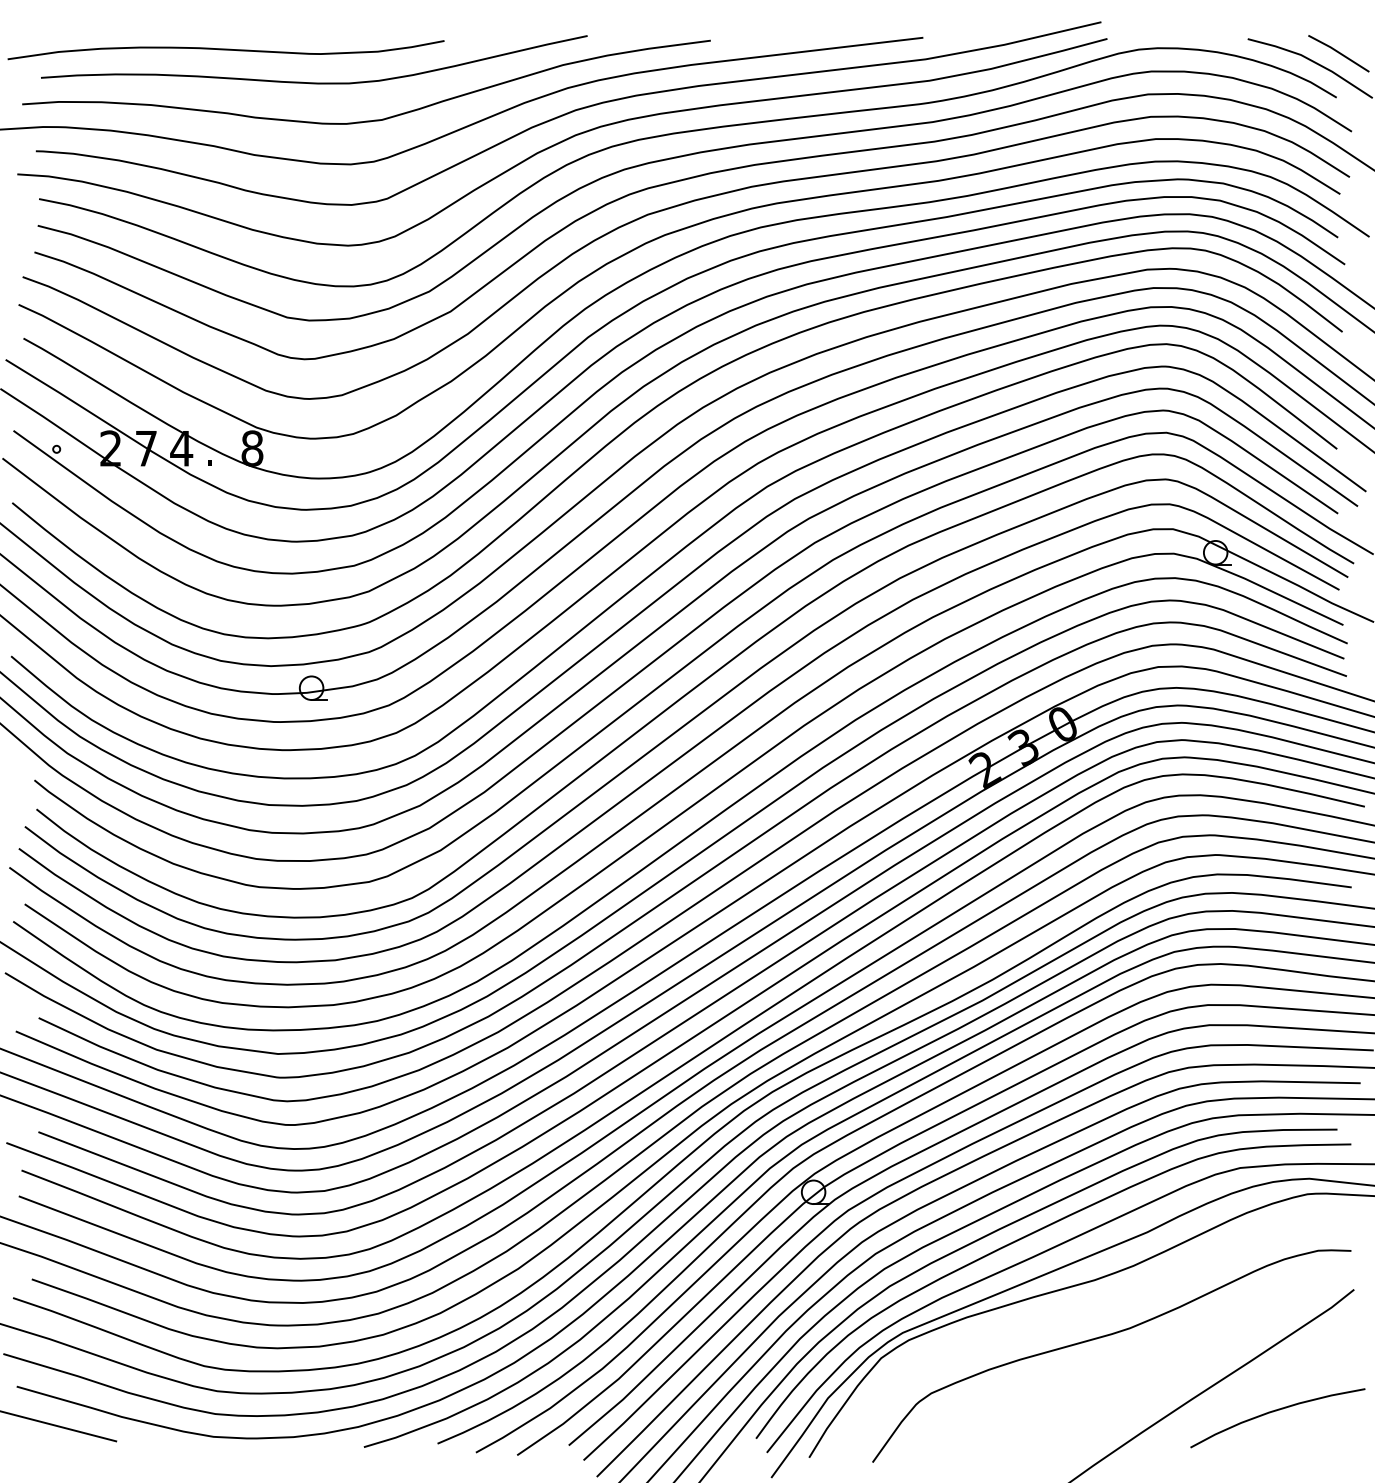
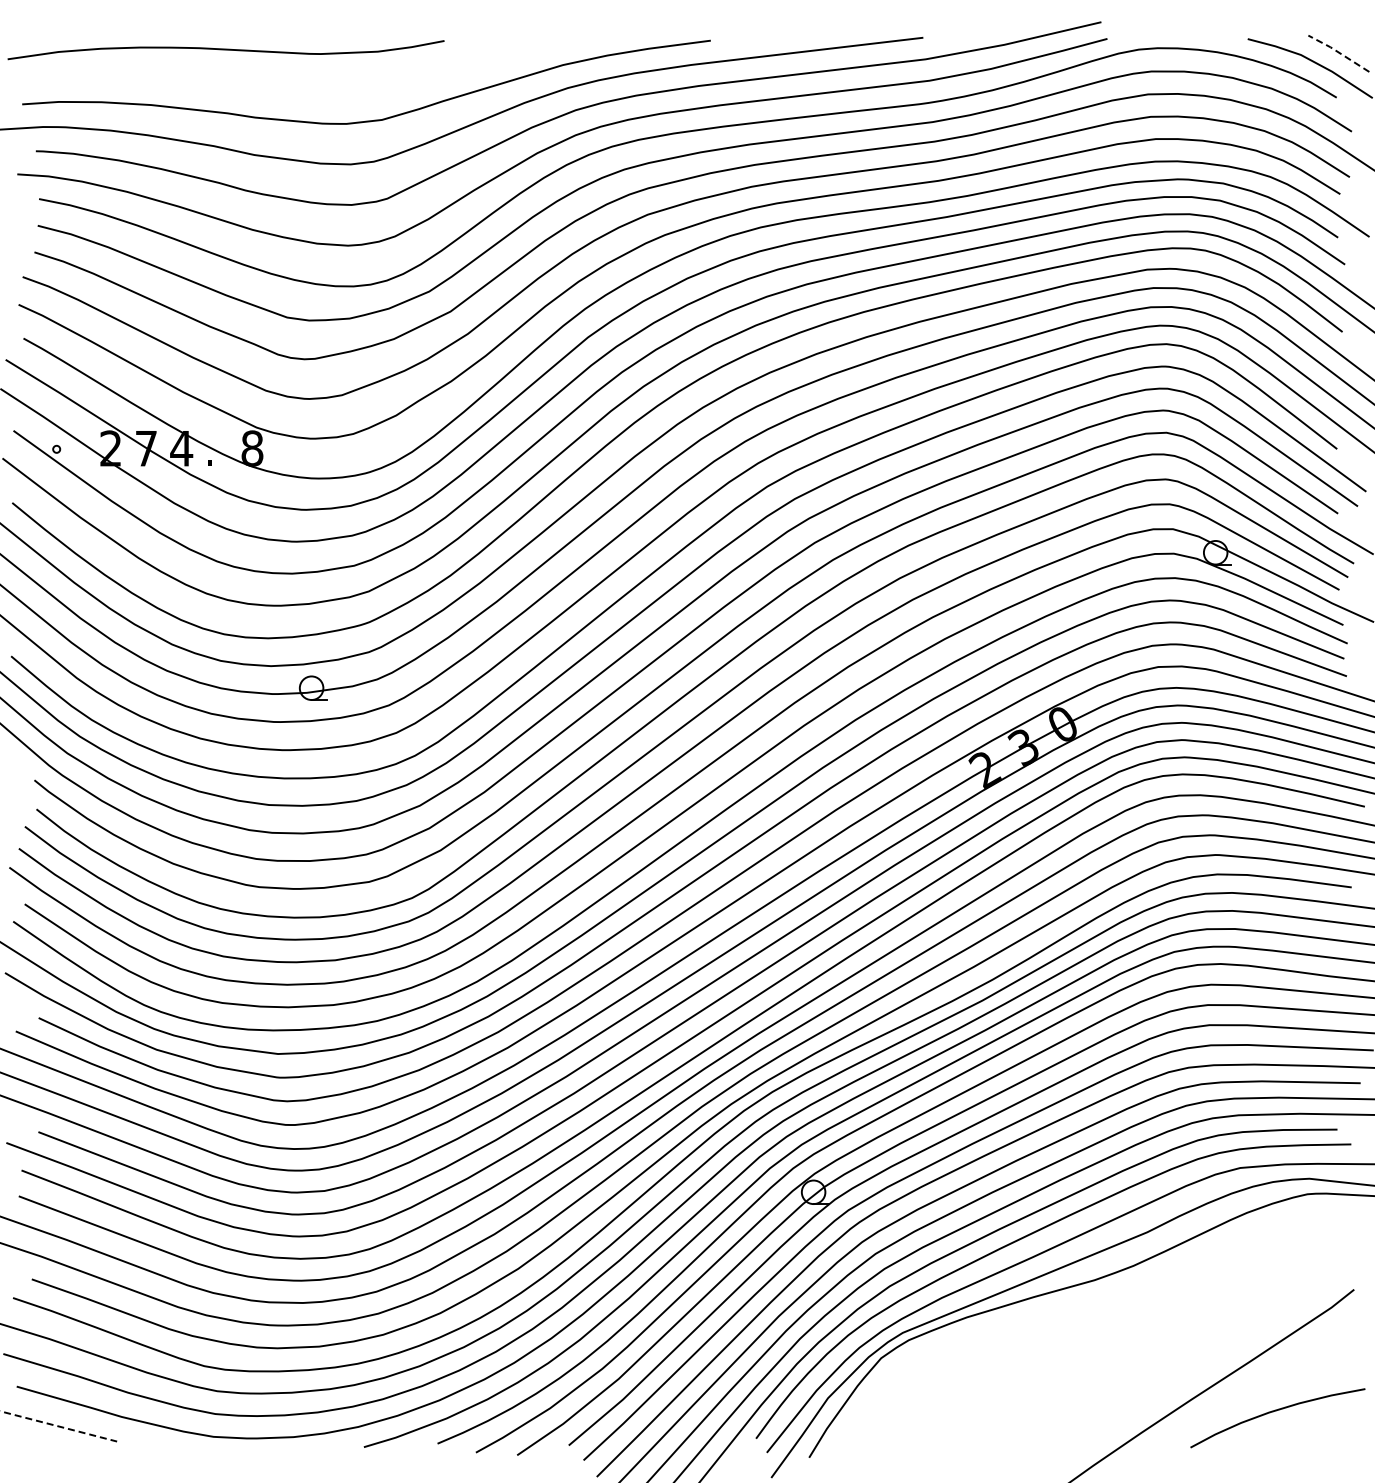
line at (1338, 52): solid -> dashed
curve at (314, 82): present -> none
curve at (1104, 1337): present -> none
line at (59, 1426): solid -> dashed
